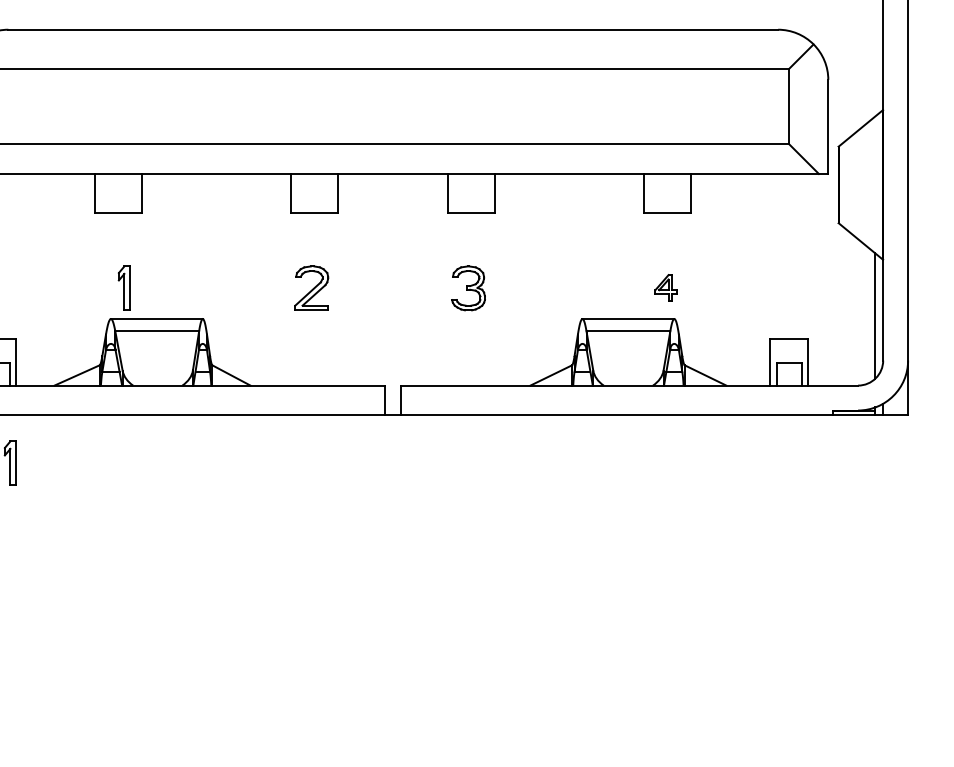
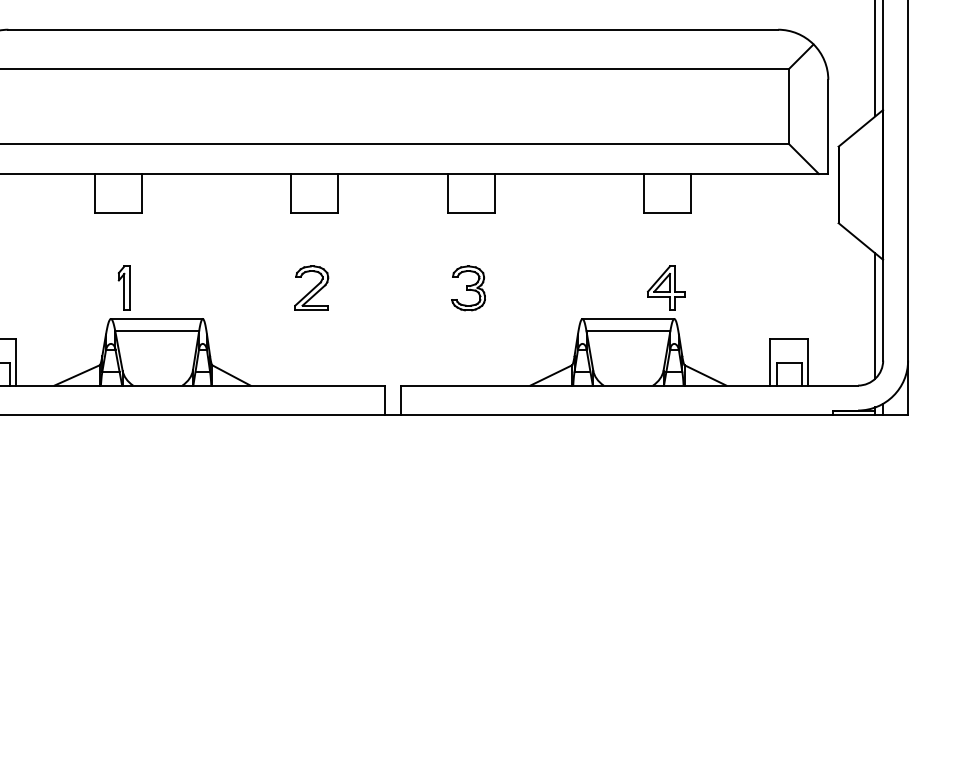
line at (875, 59): none -> present
part at (665, 287) size: 24x28 px -> 39x46 px
part at (9, 462): present -> none
